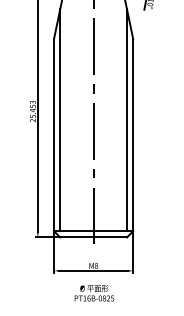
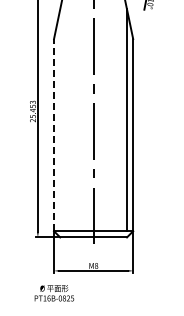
line at (60, 120): present -> none
line at (54, 134): solid -> dashed
text at (94, 293) position: (94, 293) -> (54, 293)
